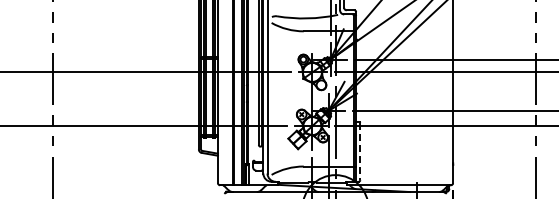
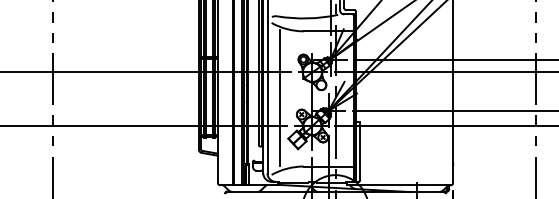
line at (280, 98): none -> present
line at (360, 151): dashed -> solid
